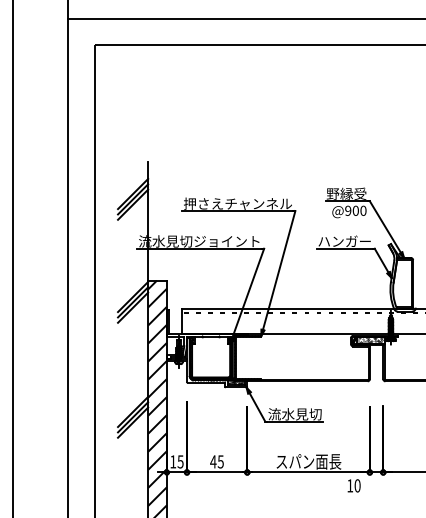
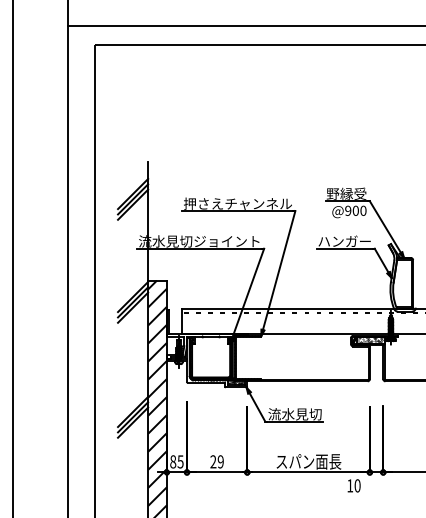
line at (244, 18) position: (244, 18) -> (244, 25)
text at (173, 461): 15 -> 85
text at (216, 461): 45 -> 29
